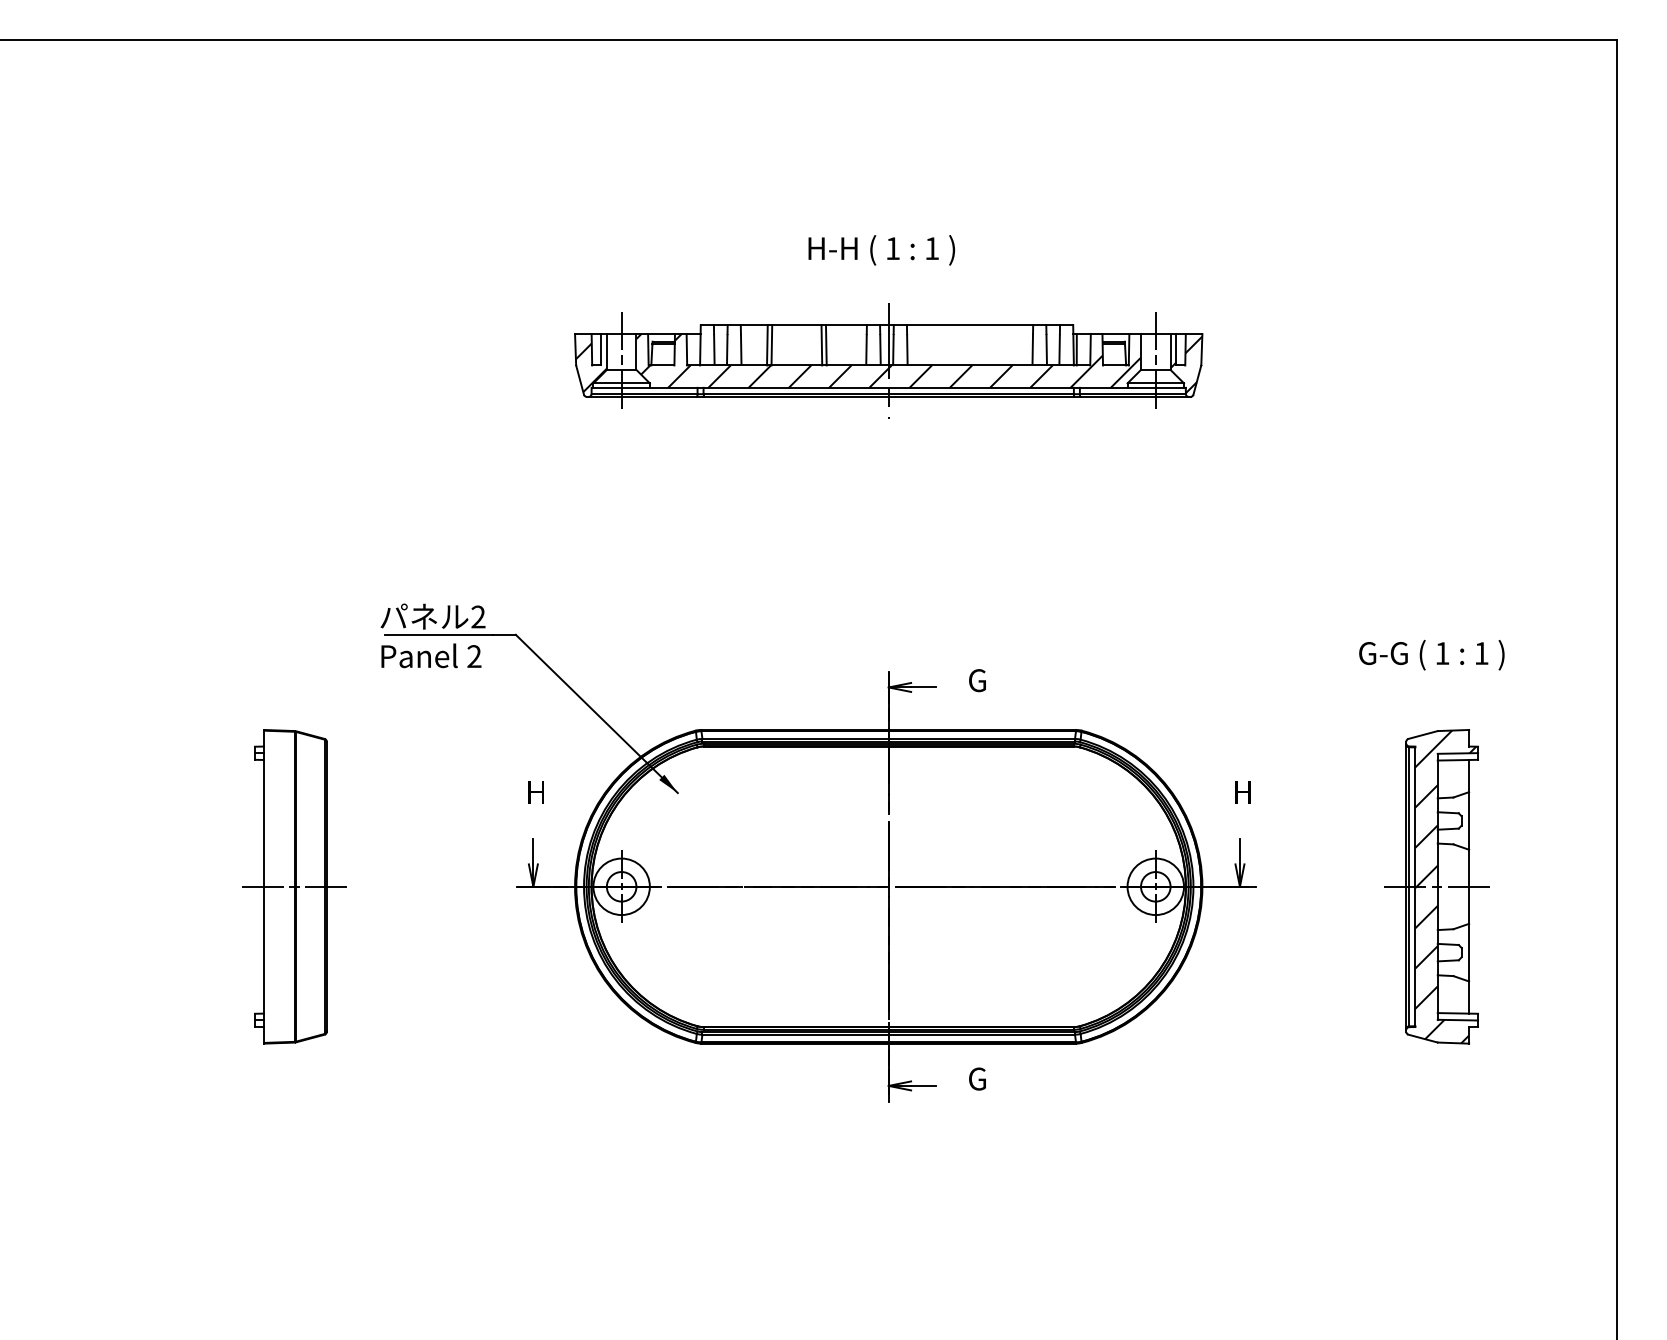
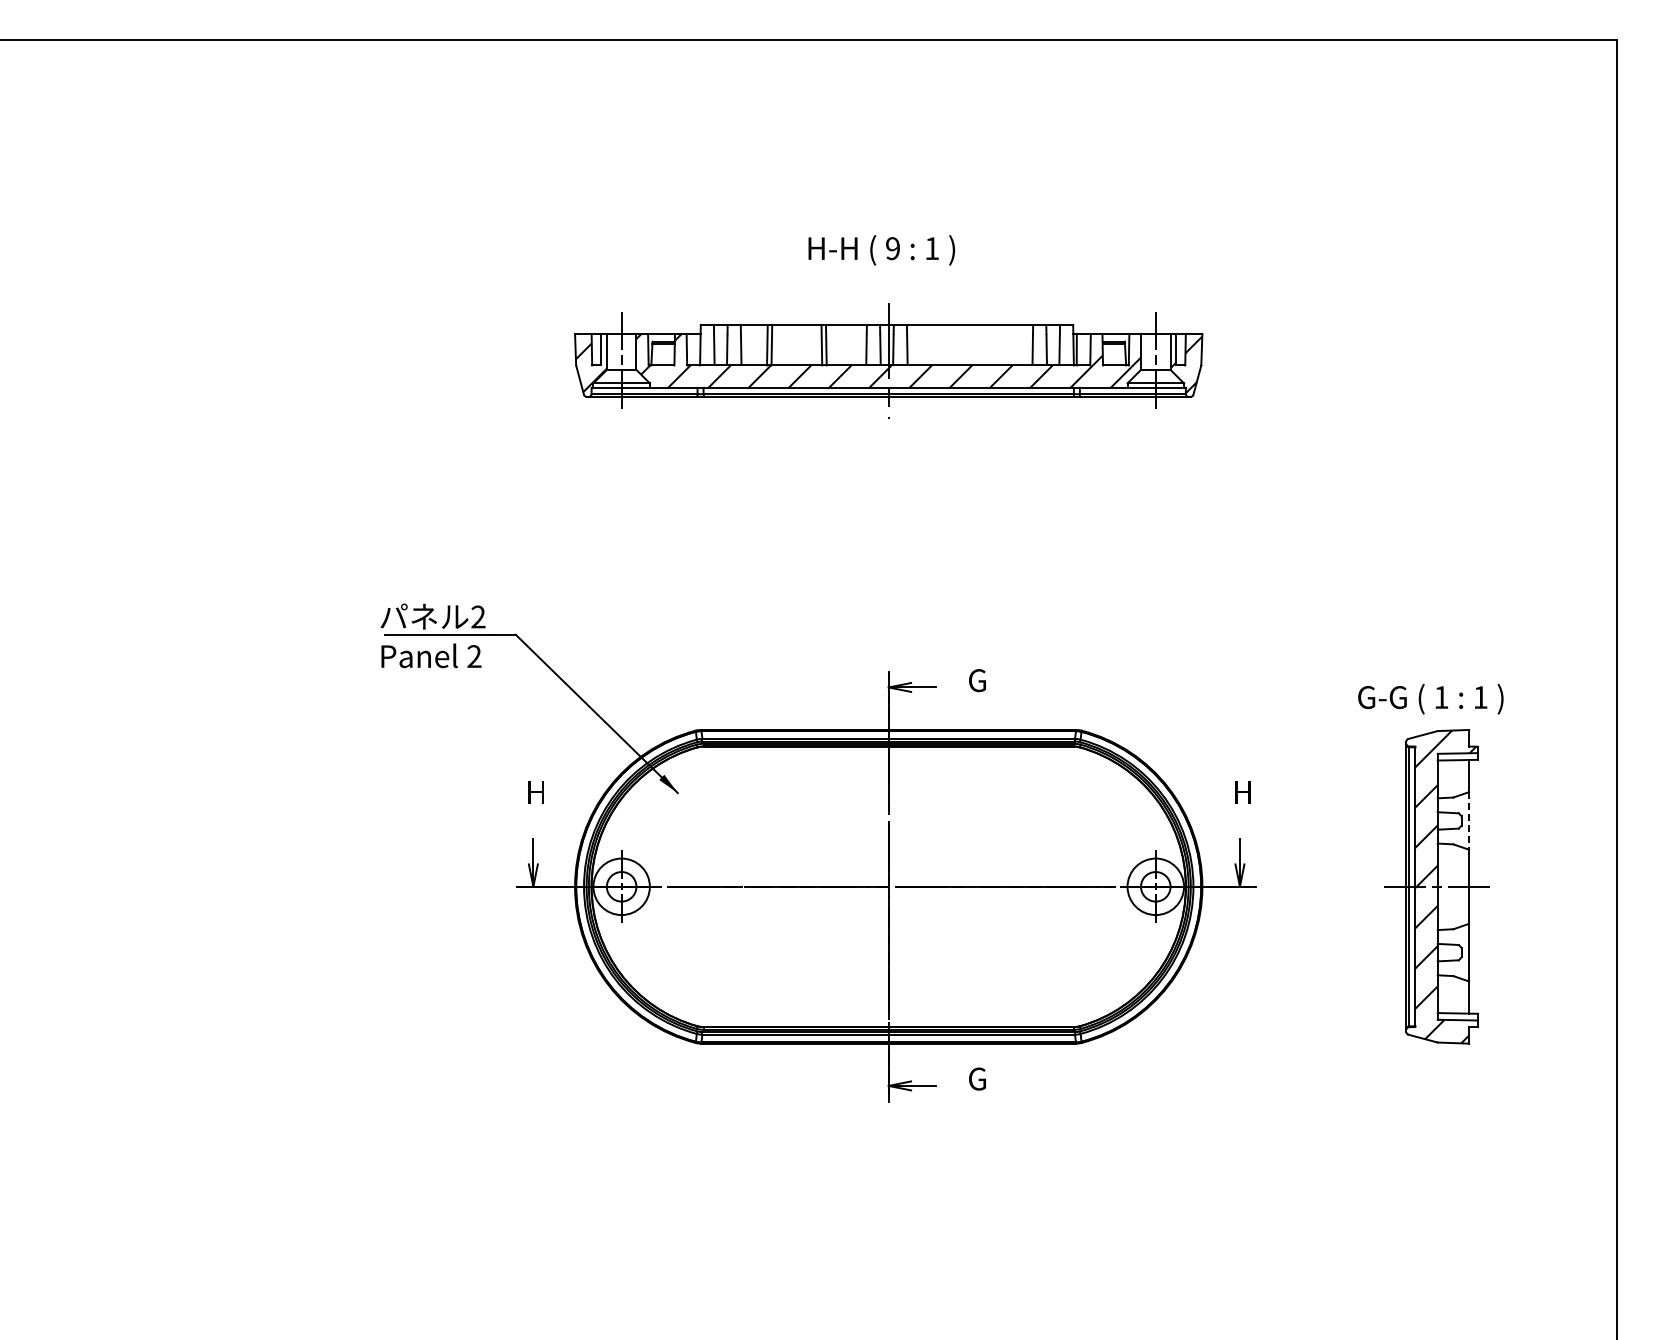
text at (892, 248): 1 -> 9
text at (1431, 655) position: (1431, 655) -> (1430, 699)
line at (1469, 820): solid -> dashed
part at (294, 886): present -> none
